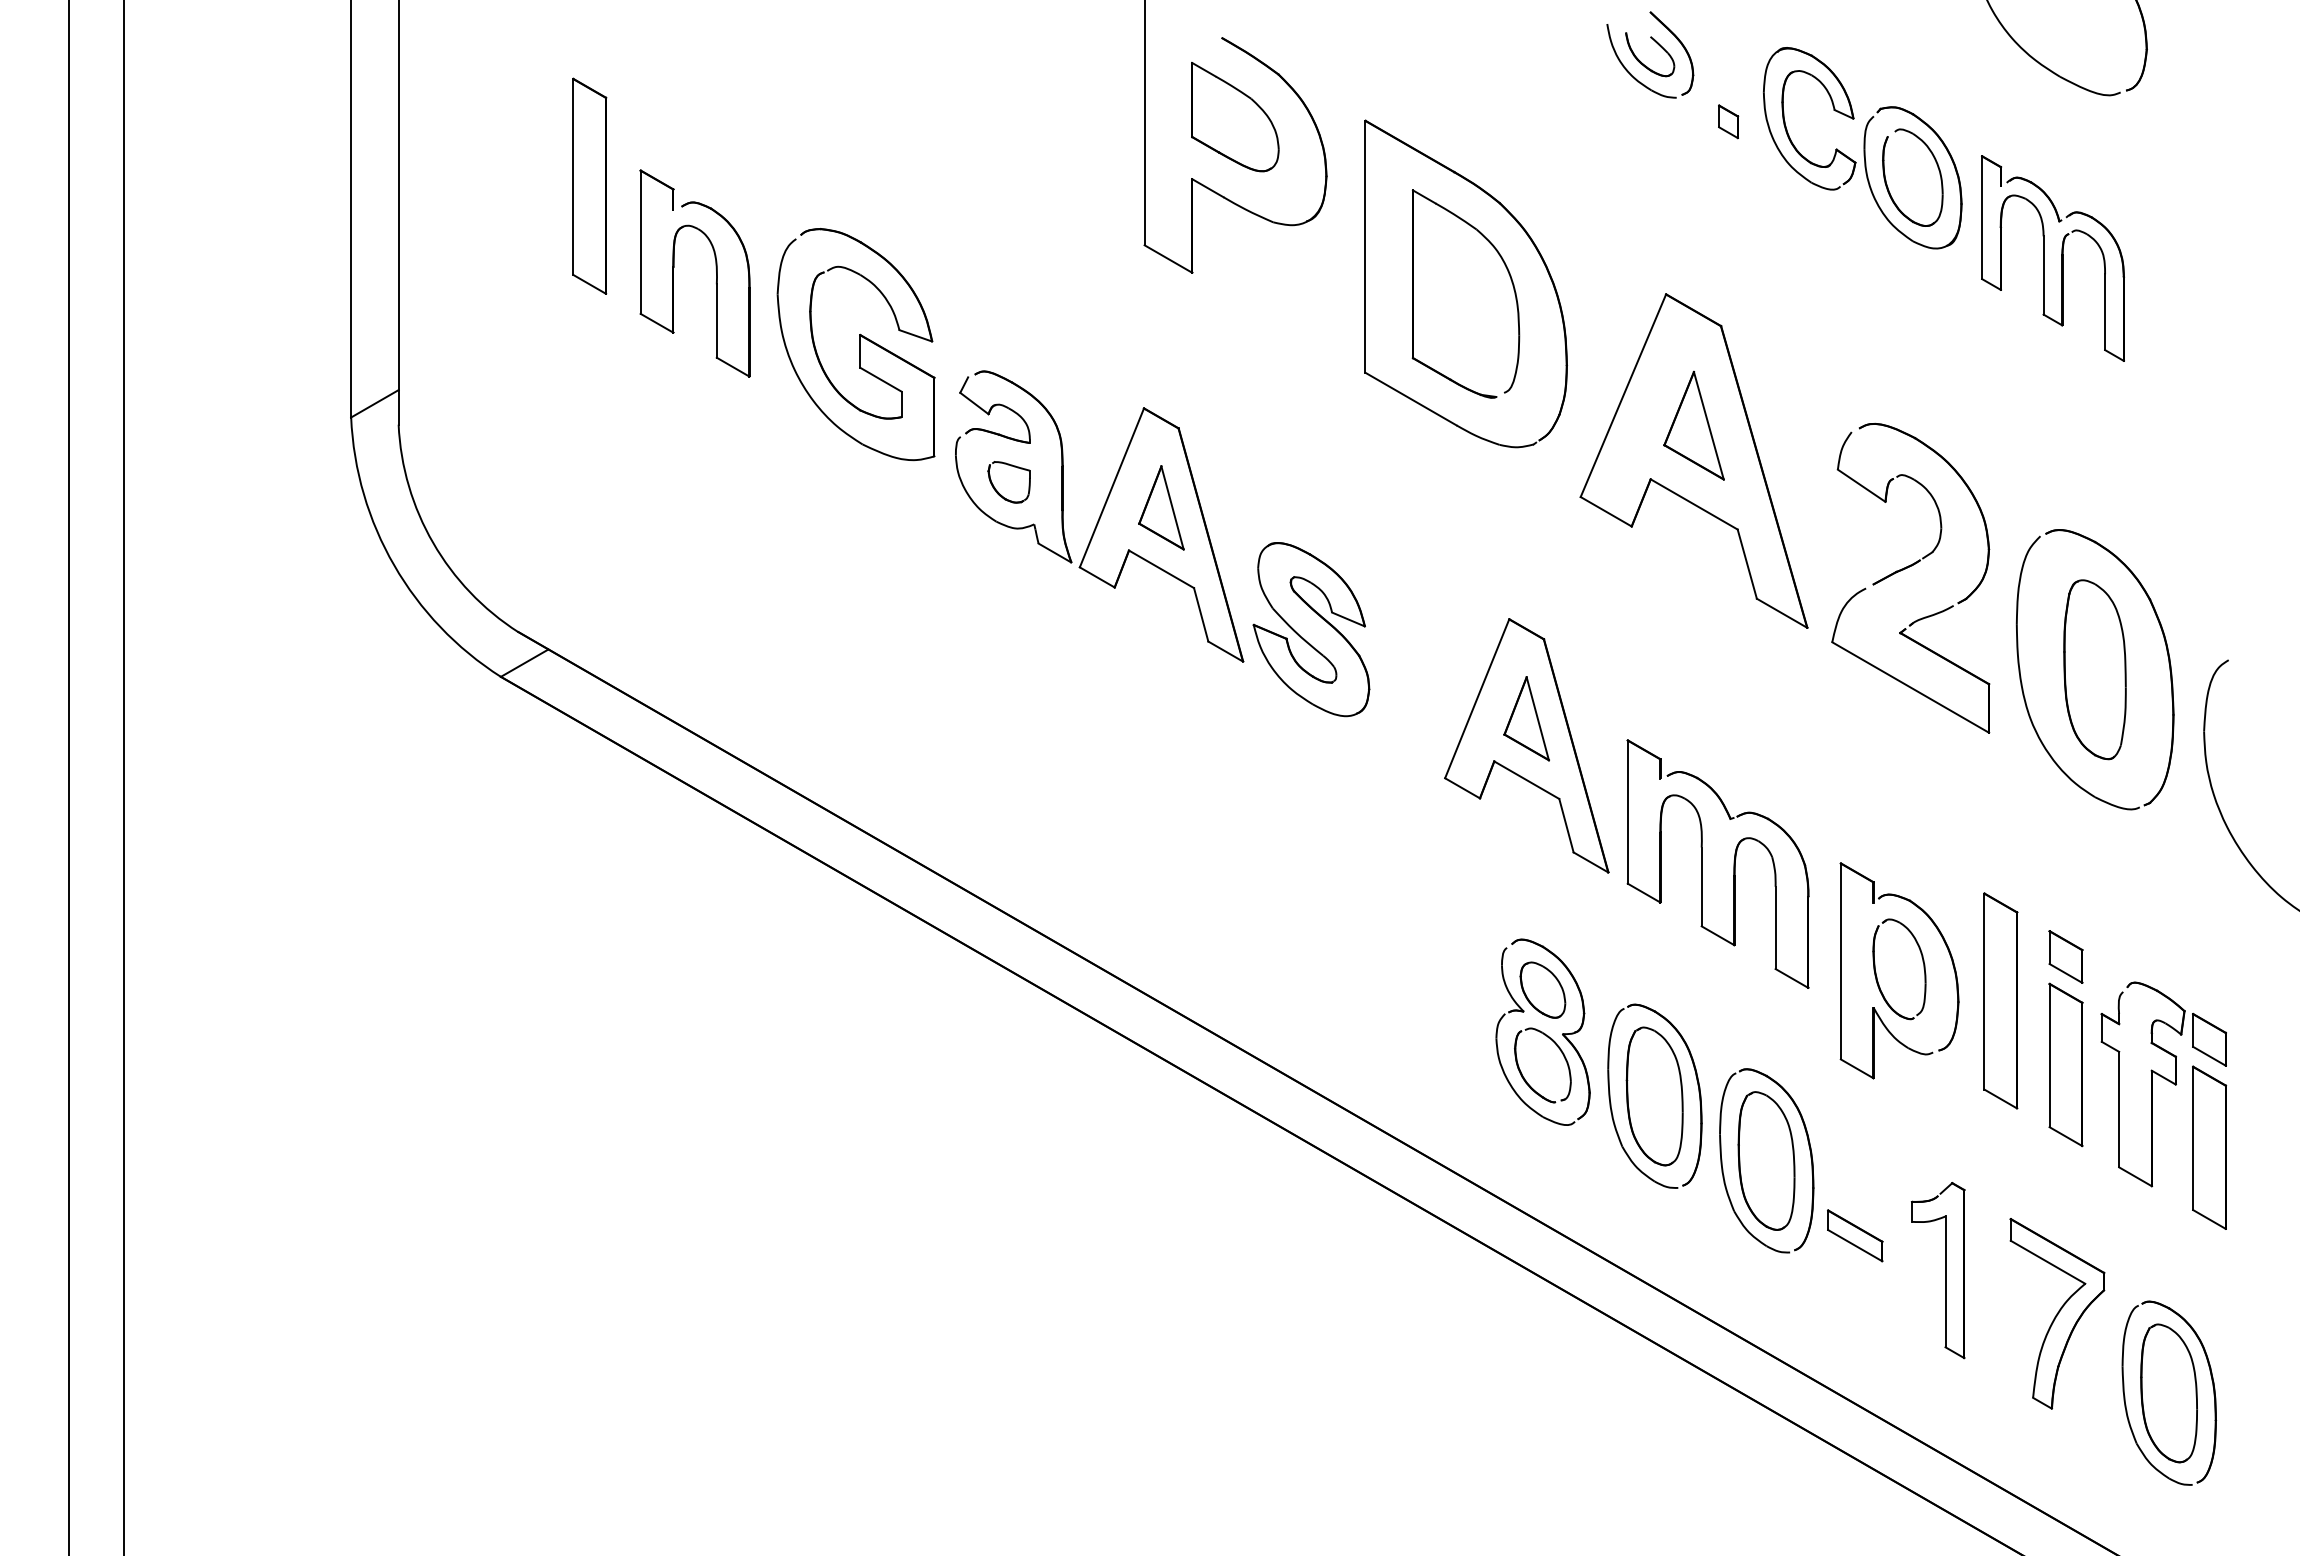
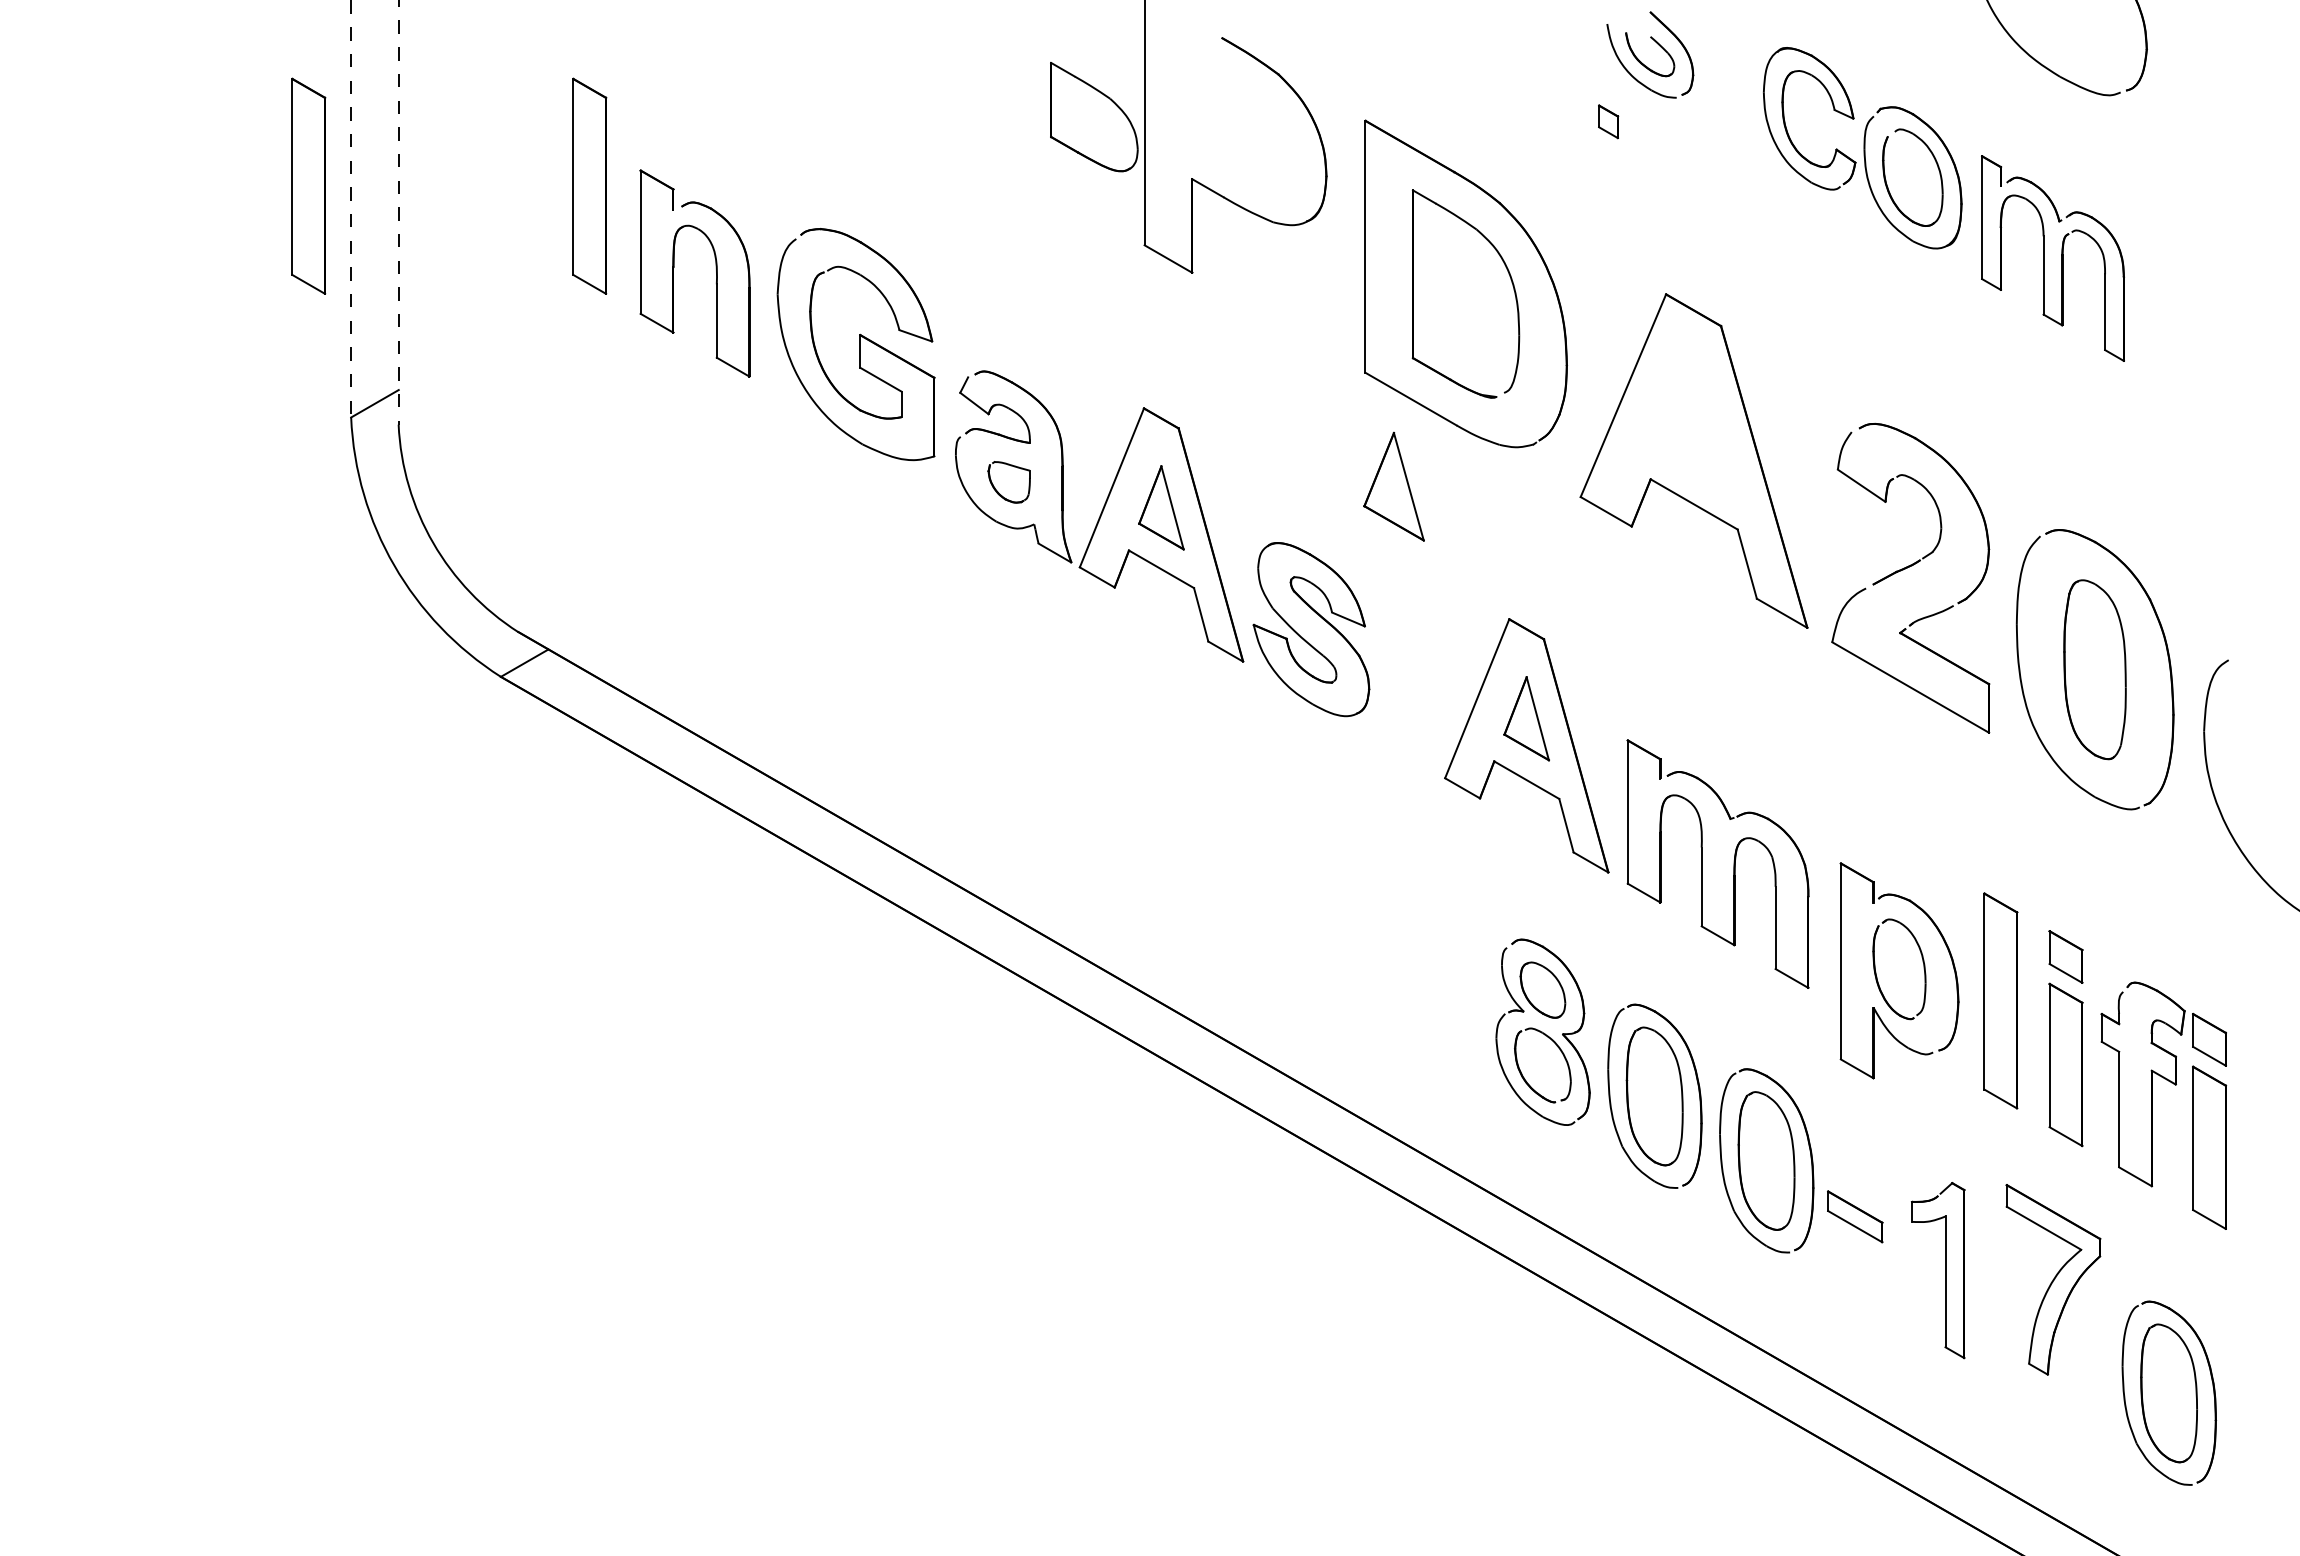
part at (1235, 117) position: (1235, 117) -> (1094, 117)
part at (1728, 121) position: (1728, 121) -> (1608, 121)
part at (308, 185): none -> present
line at (351, 209): solid -> dashed
line at (398, 212): solid -> dashed
part at (1693, 425) position: (1693, 425) -> (1393, 486)
line at (69, 777): present -> none
line at (123, 777): present -> none
part at (1855, 1235) position: (1855, 1235) -> (1855, 1216)
part at (2057, 1313) position: (2057, 1313) -> (2053, 1279)
